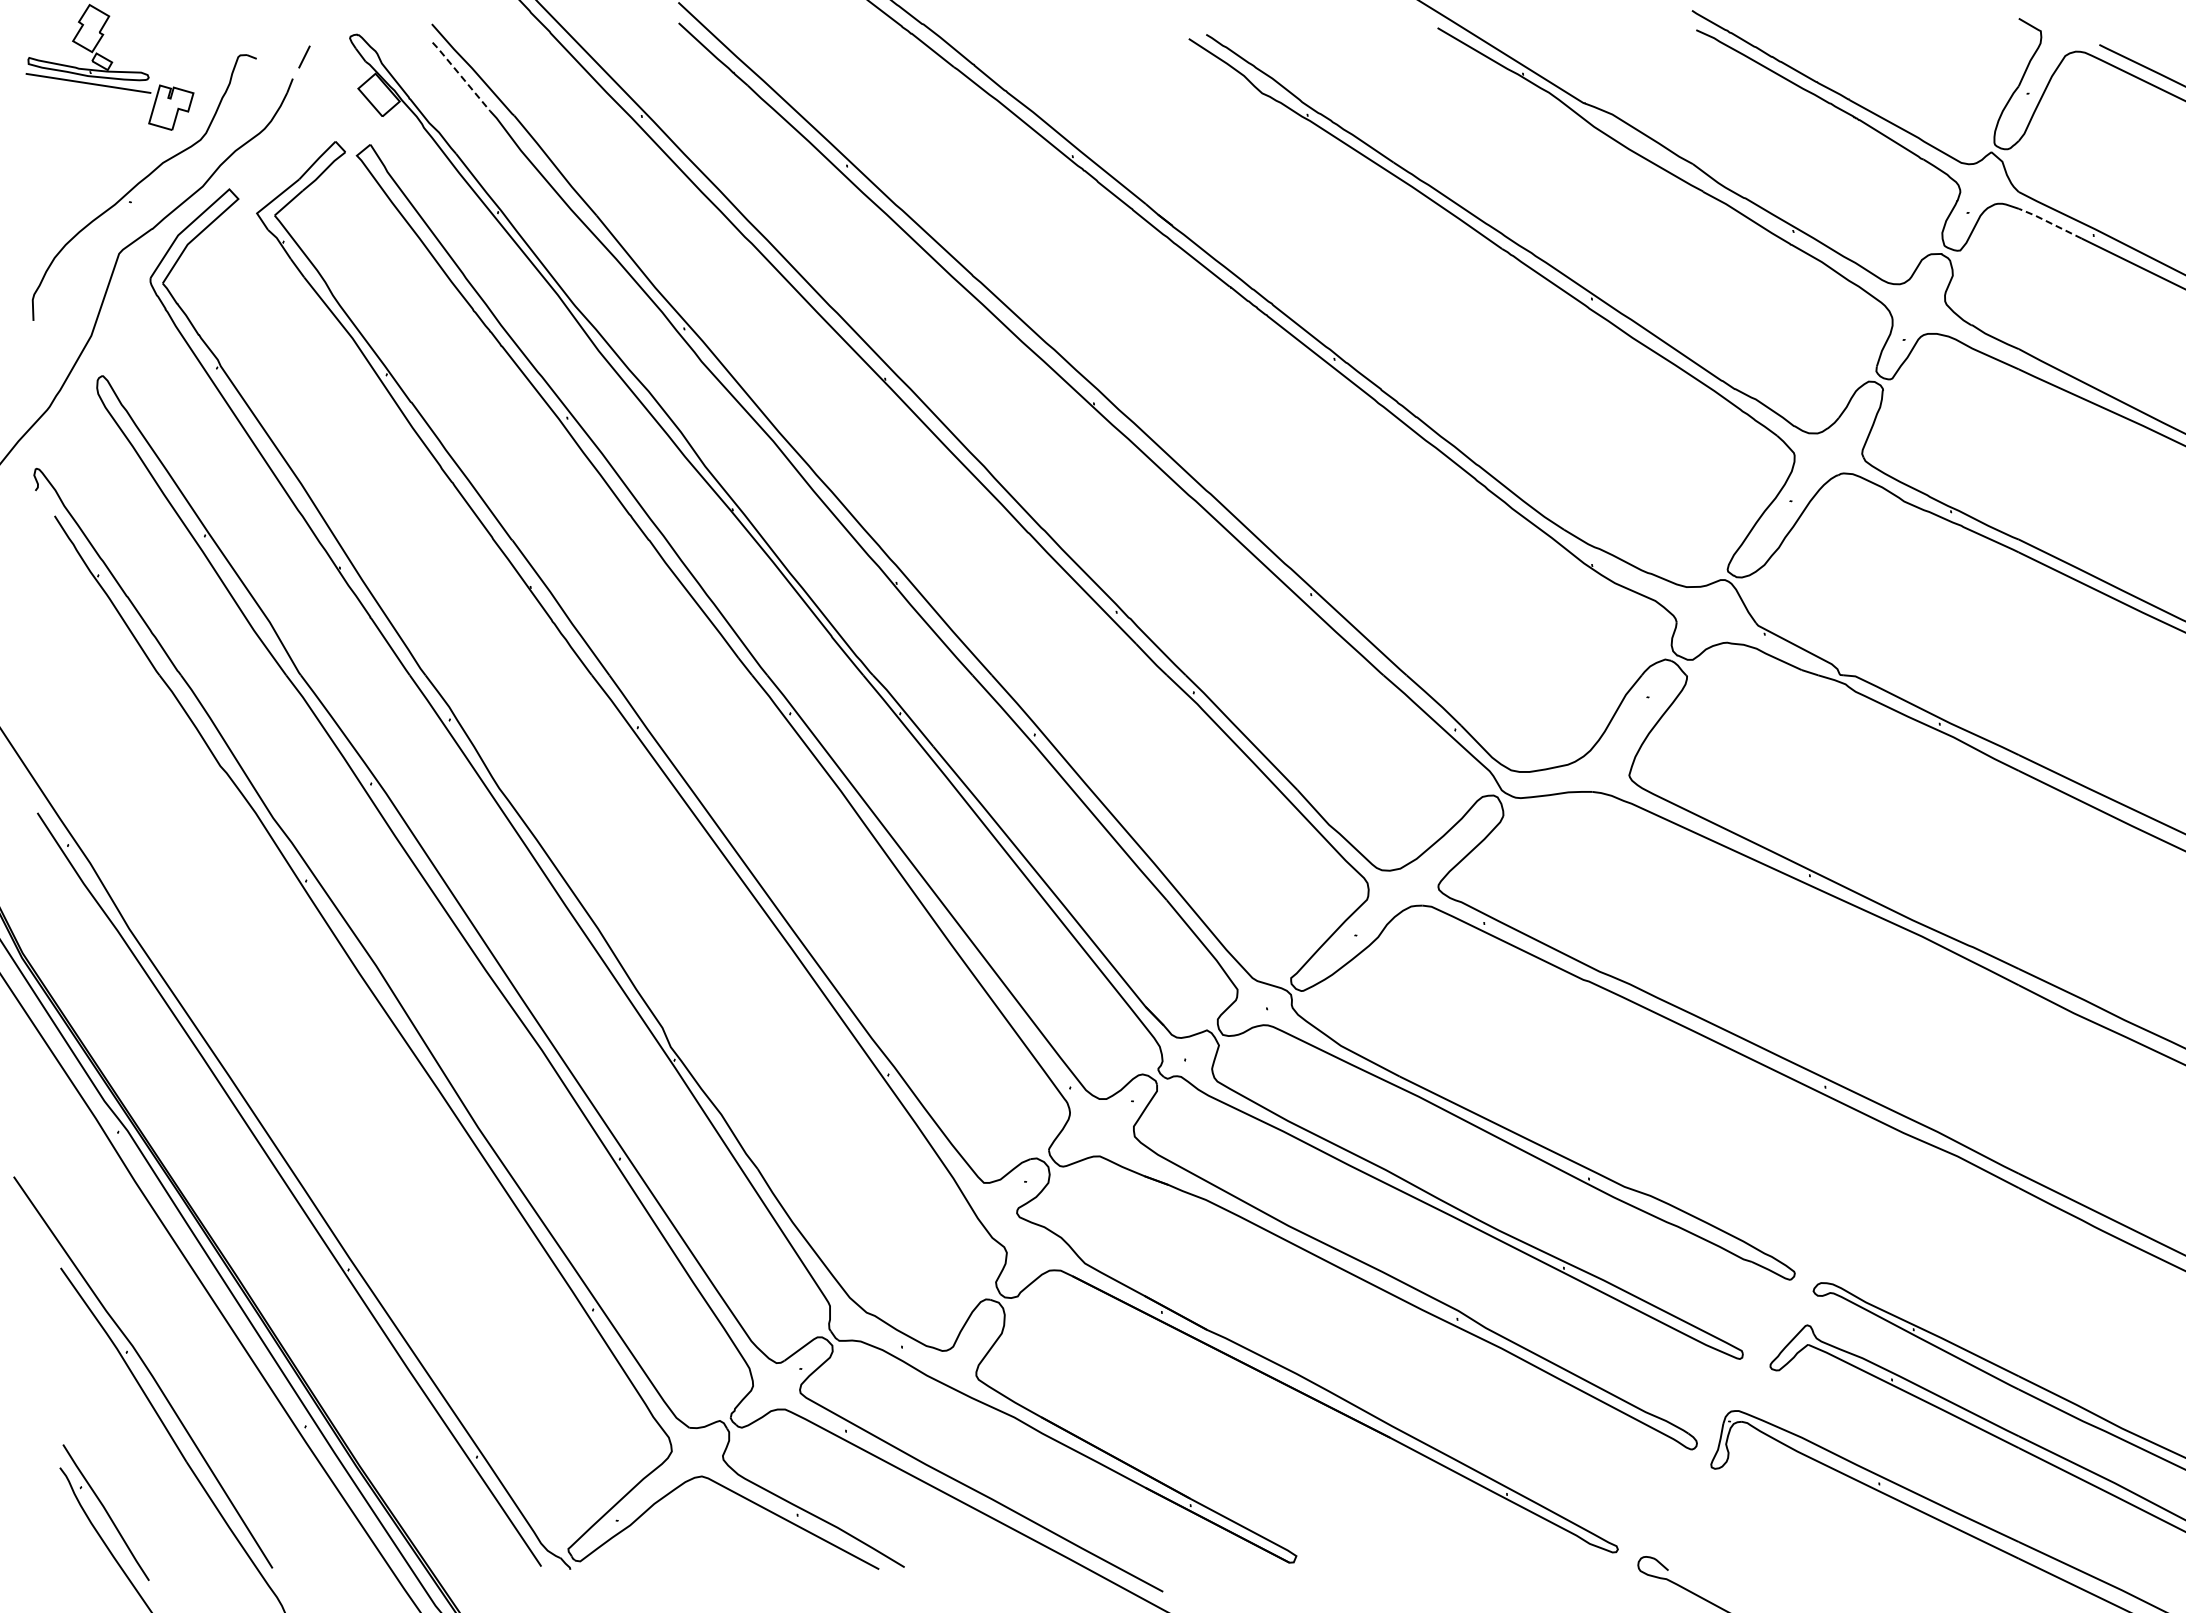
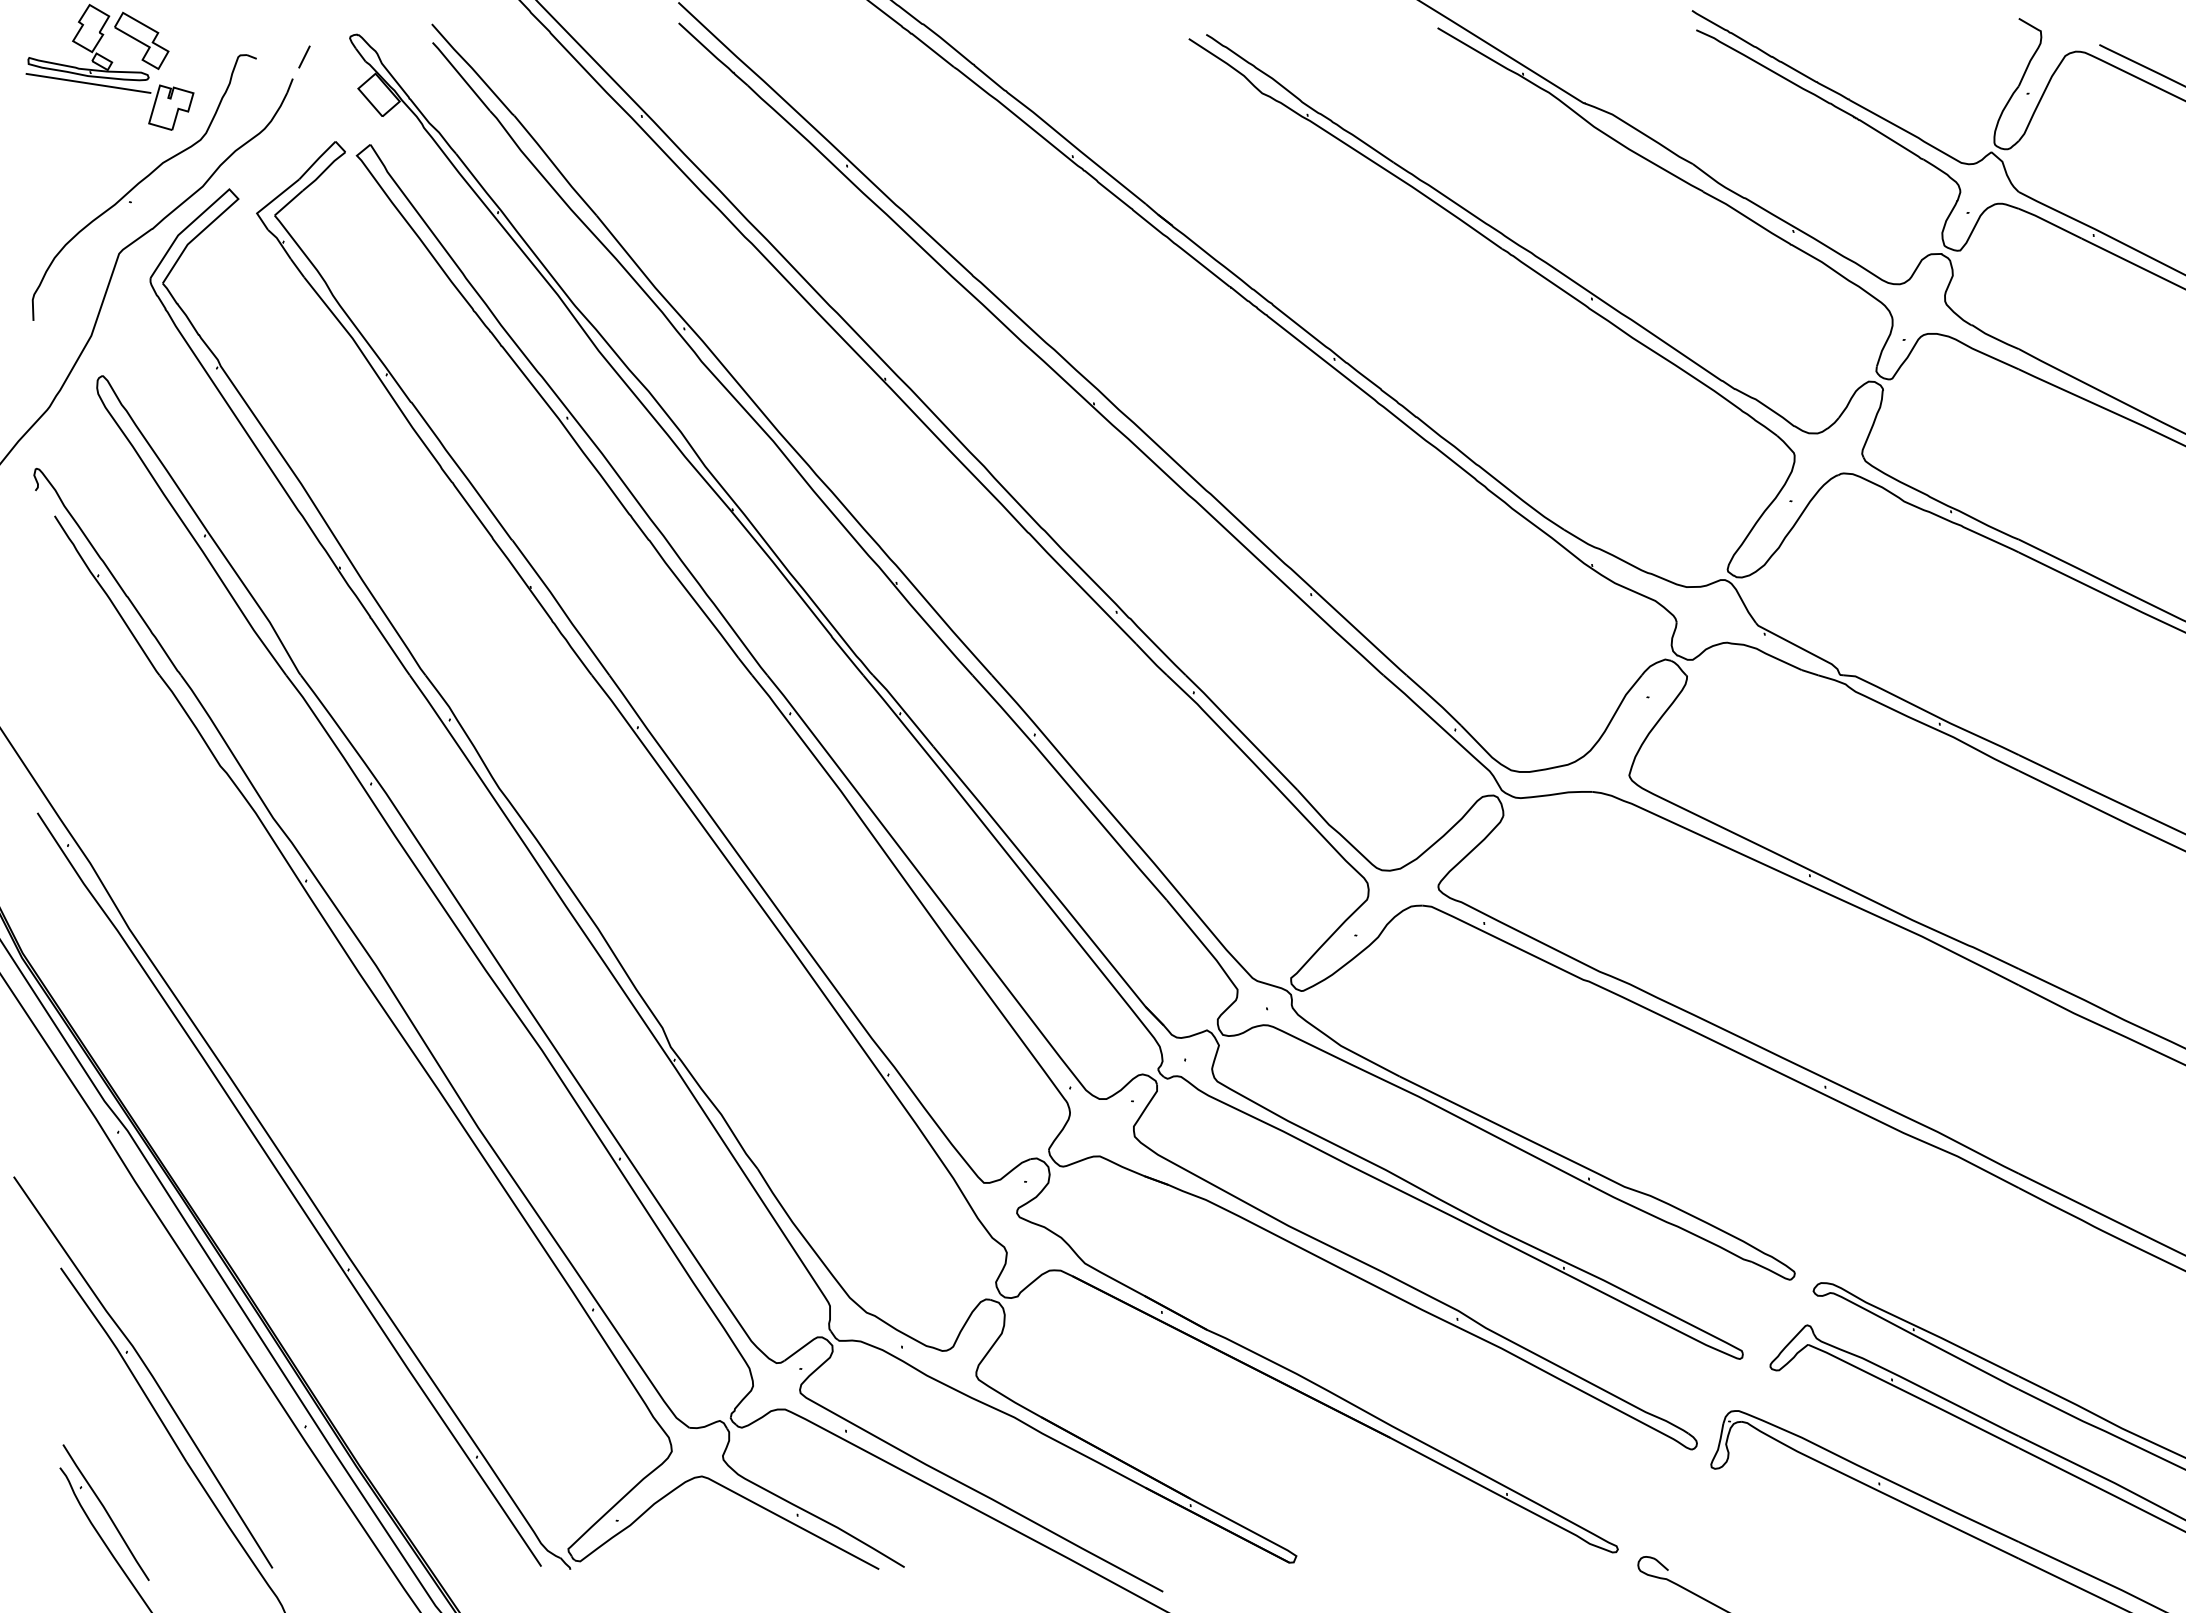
part at (141, 40): none -> present
line at (461, 76): dashed -> solid
line at (2048, 222): dashed -> solid
